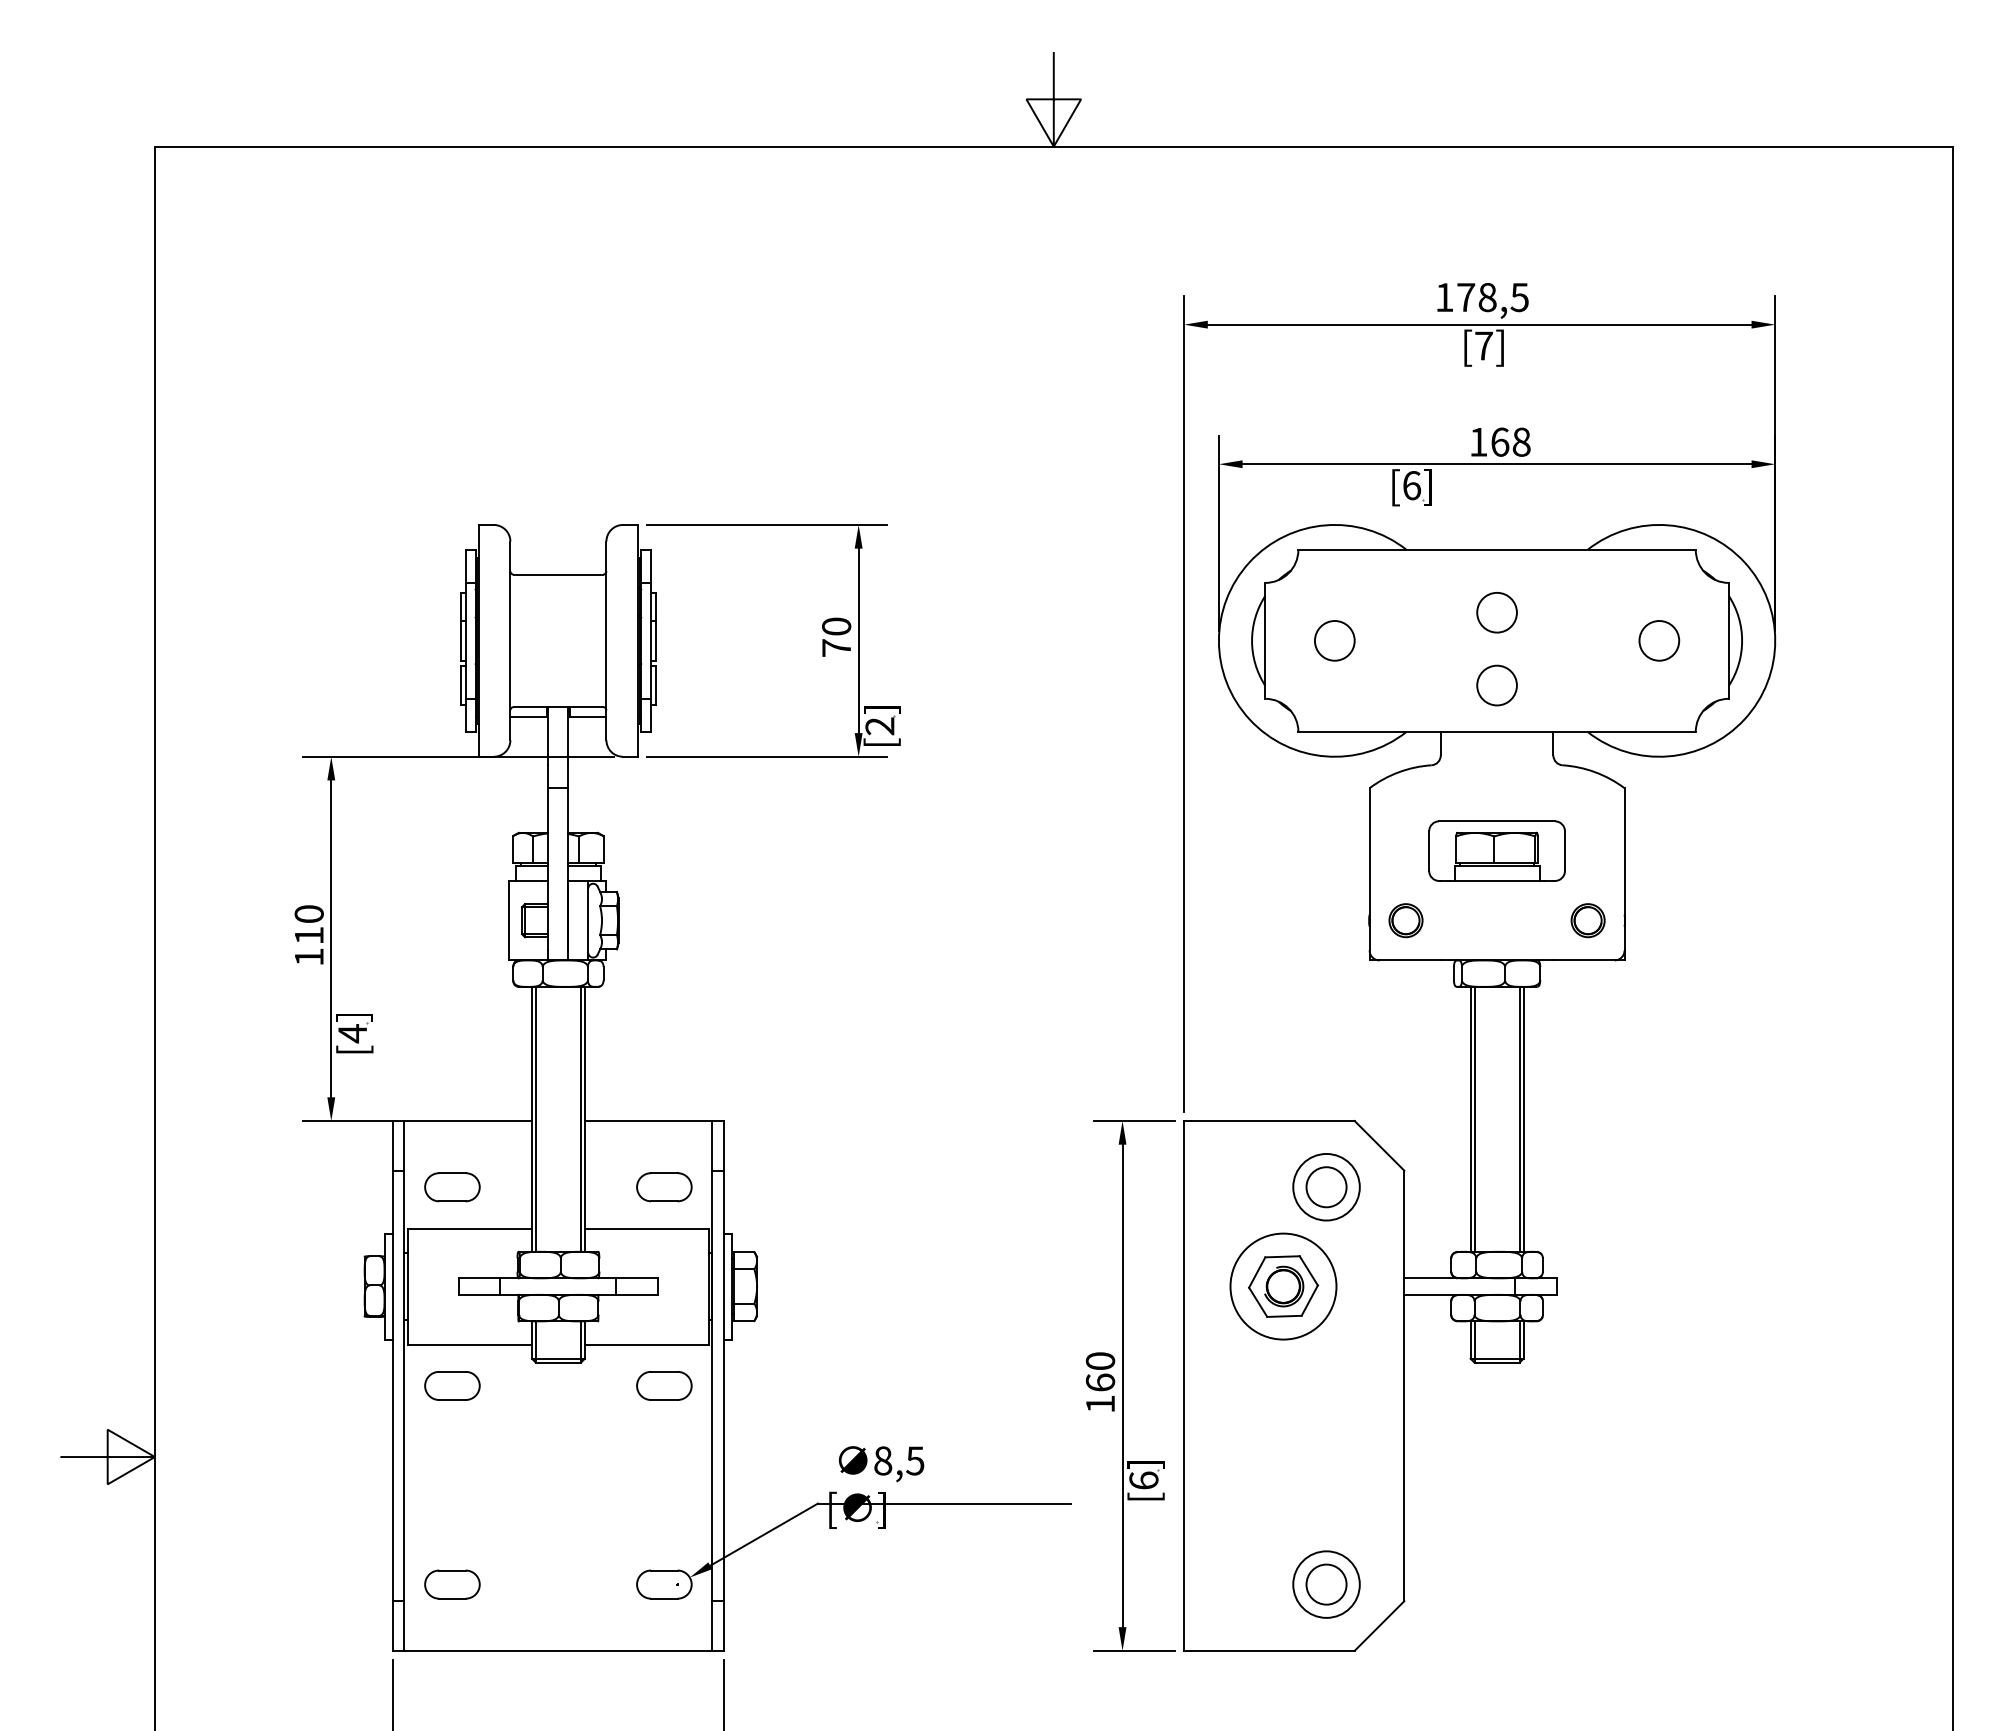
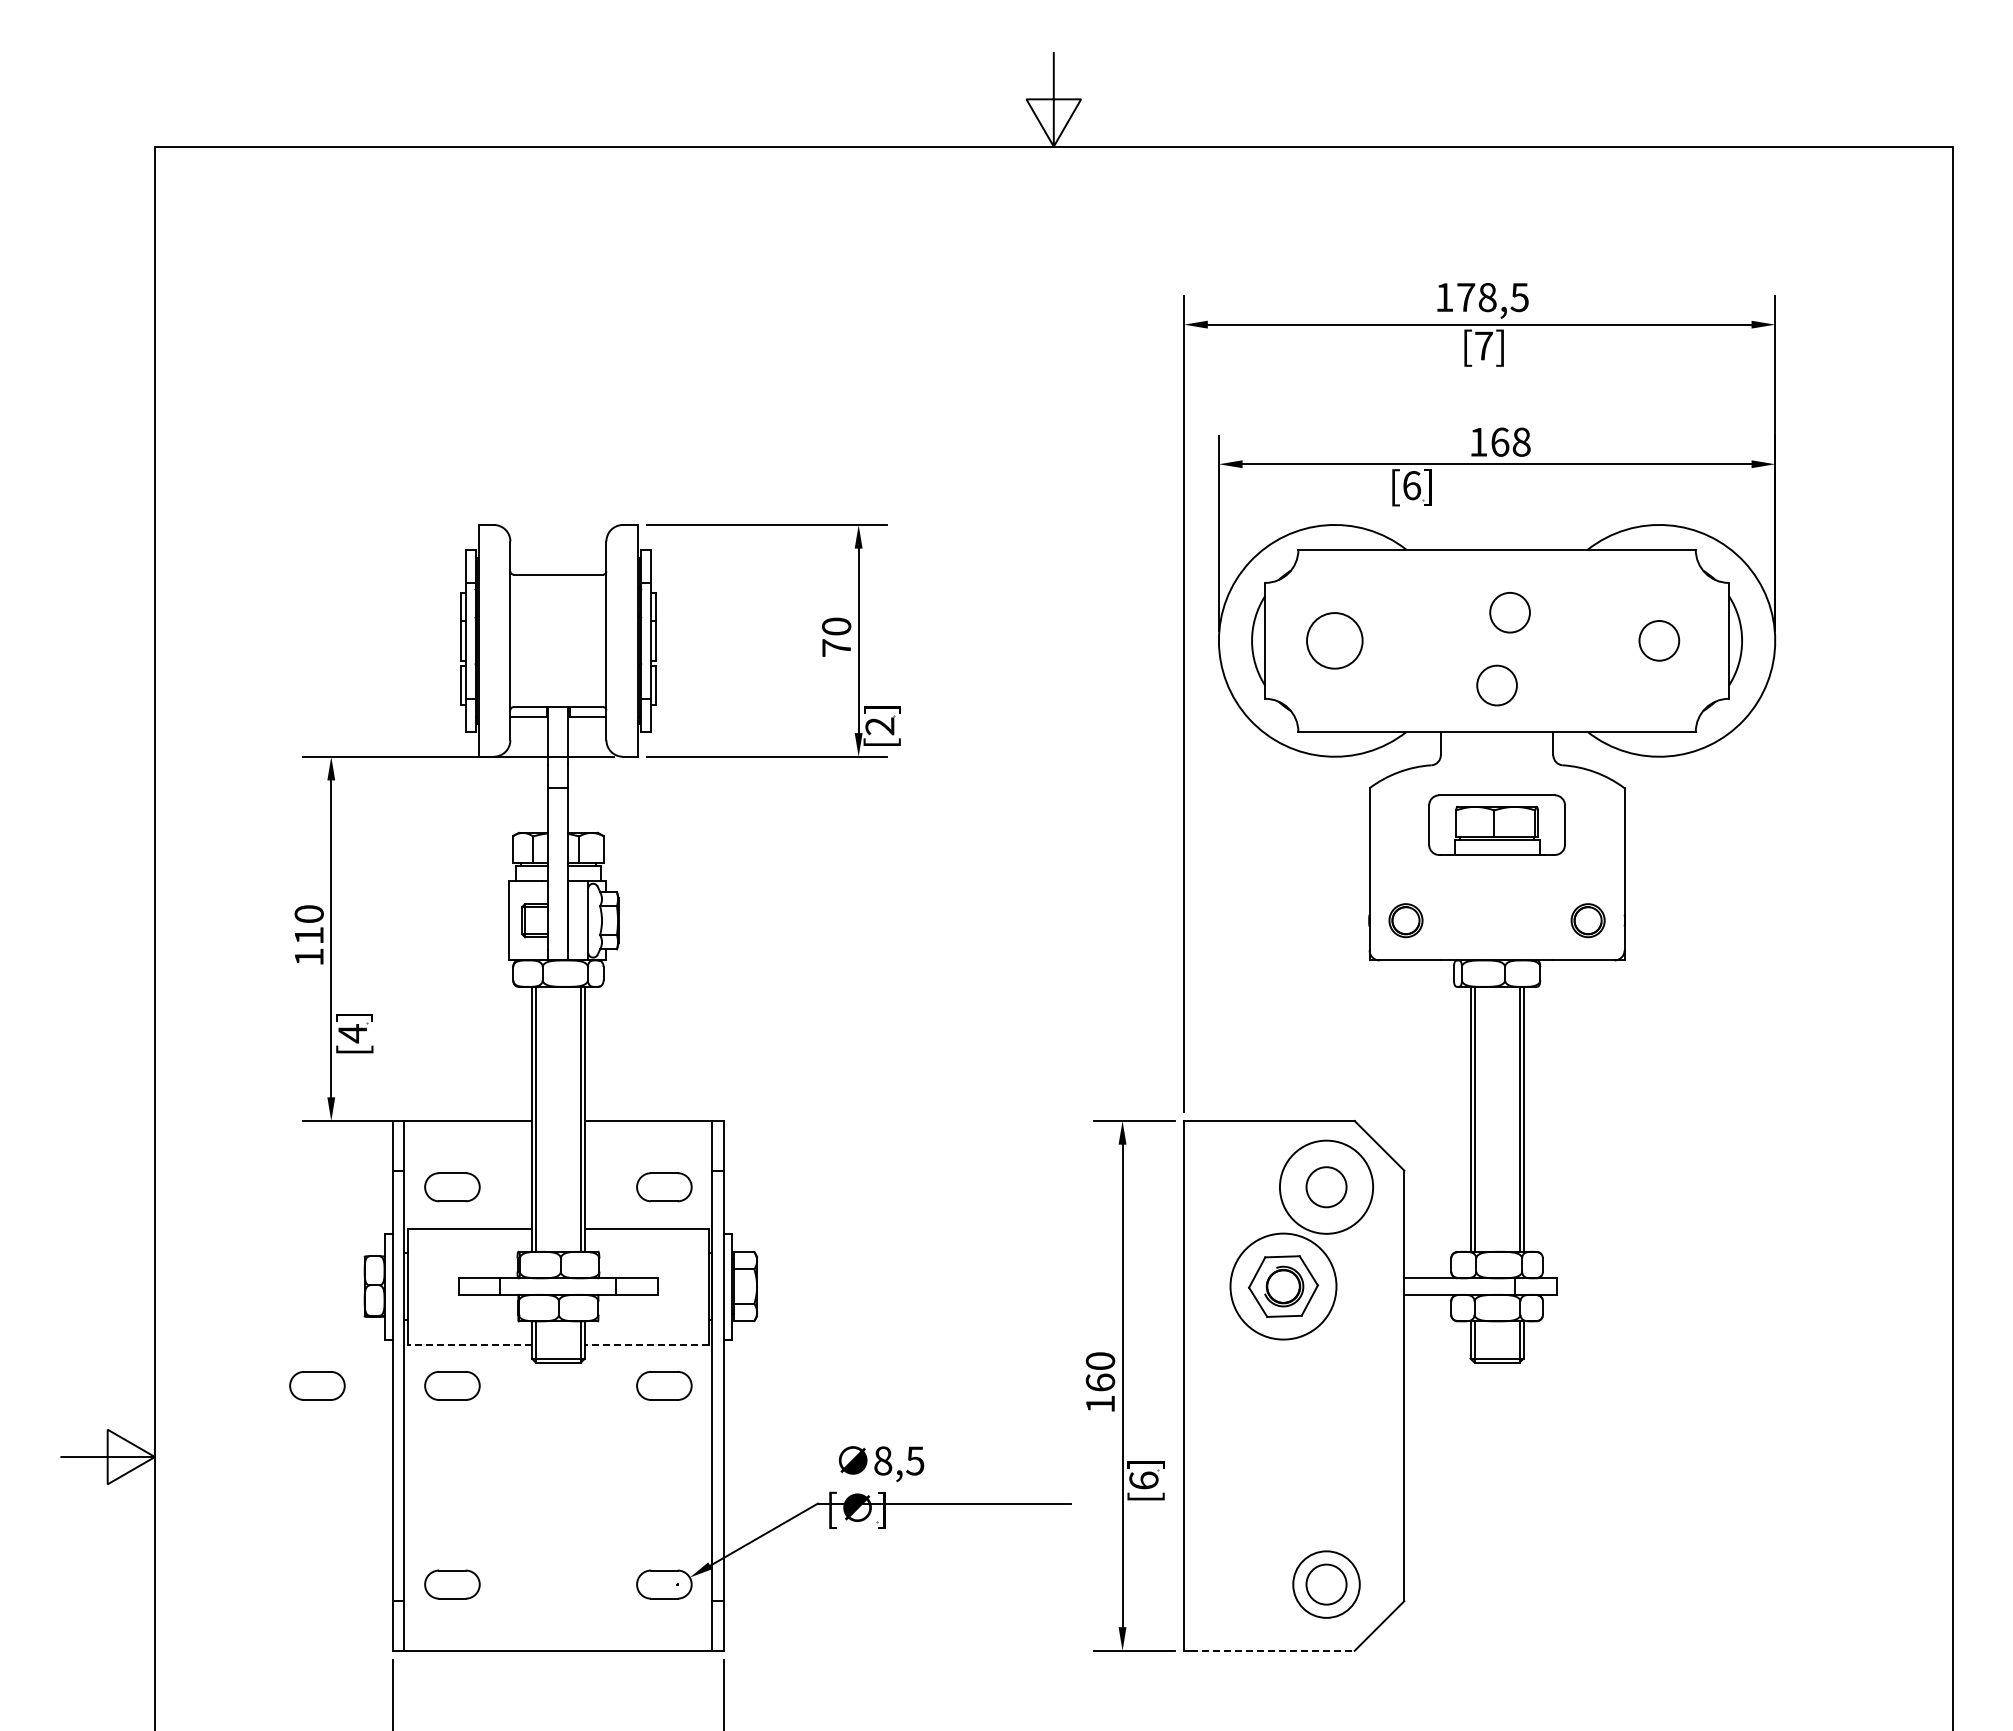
circle at (1496, 612) position: (1496, 612) -> (1509, 612)
circle at (1334, 640) diameter: 40 px -> 56 px
part at (1496, 850) position: (1496, 850) -> (1496, 824)
circle at (1326, 1186) diameter: 67 px -> 93 px
line at (469, 1344): solid -> dashed
line at (646, 1344): solid -> dashed
part at (317, 1385): none -> present
line at (1272, 1650): solid -> dashed
